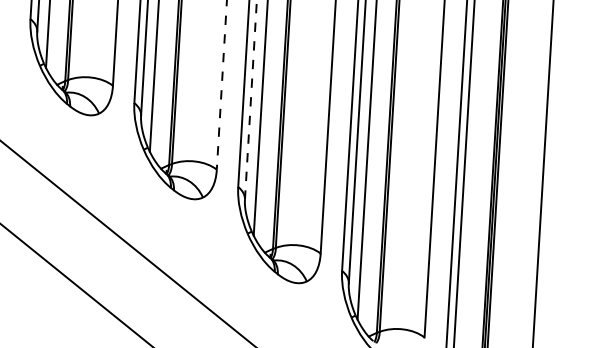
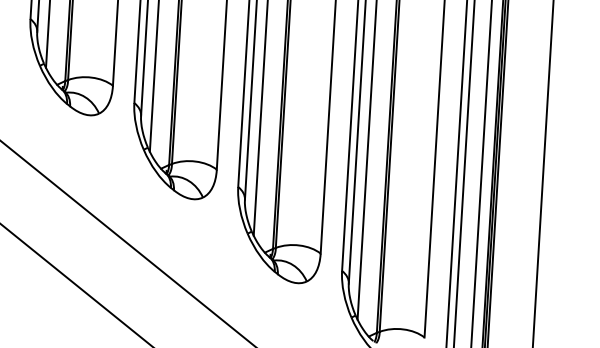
line at (221, 84): dashed -> solid
line at (250, 99): dashed -> solid
line at (481, 173): none -> present
